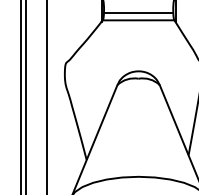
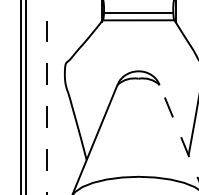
line at (47, 97): solid -> dashed
line at (179, 132): solid -> dashed
